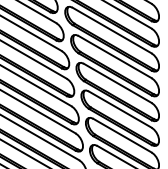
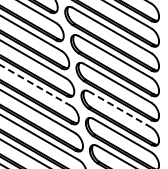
line at (35, 85): solid -> dashed
line at (119, 109): solid -> dashed
